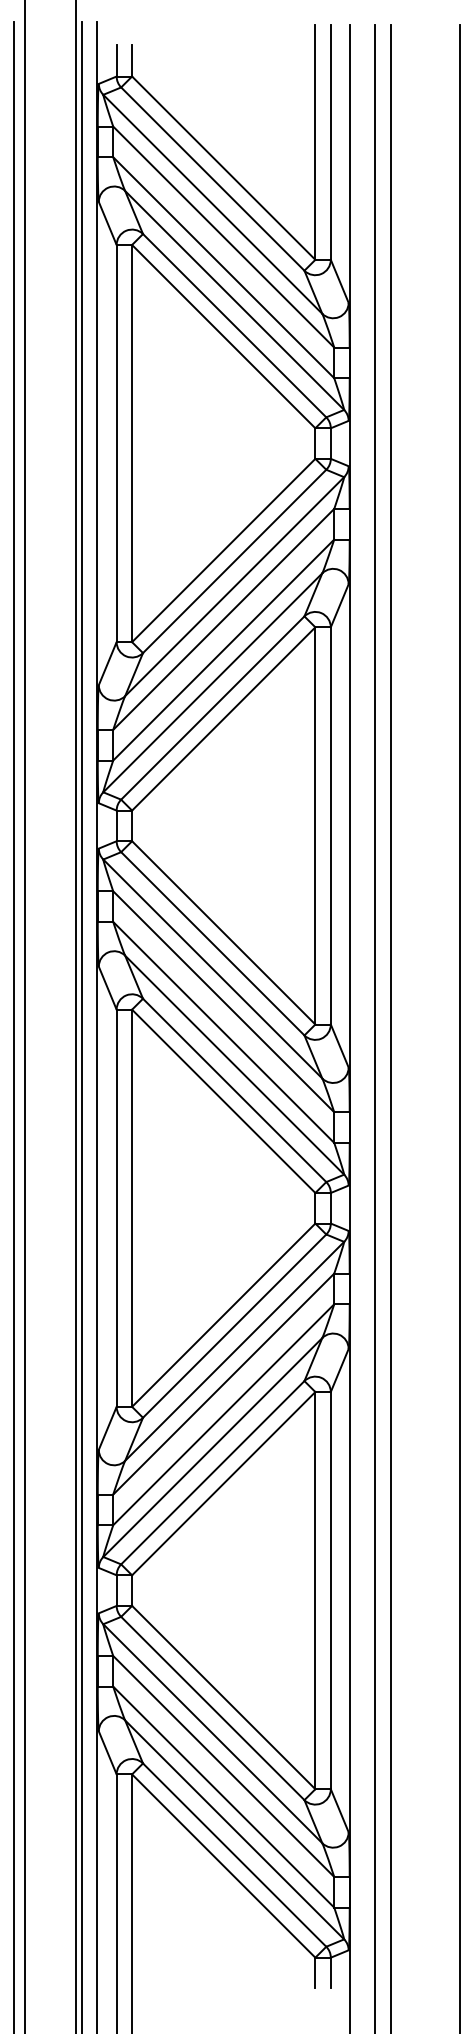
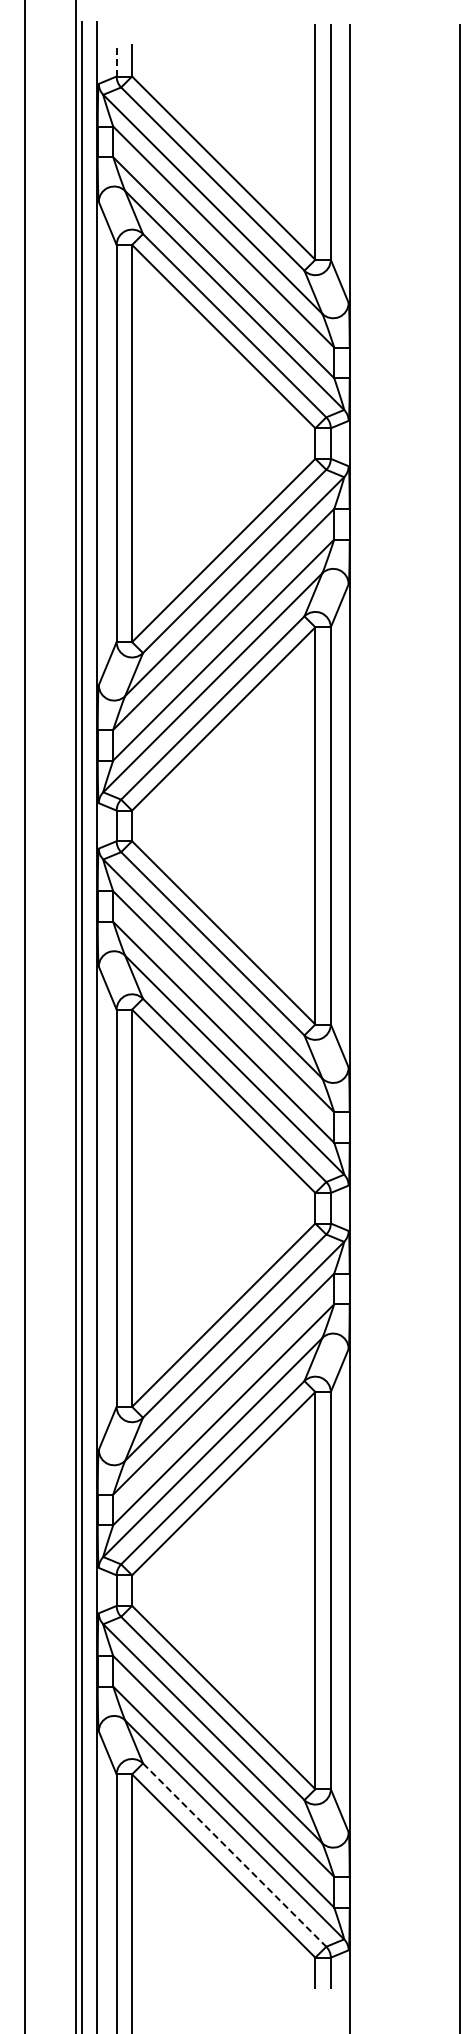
line at (116, 61): solid -> dashed
line at (14, 1026): present -> none
line at (374, 1027): present -> none
line at (390, 1027): present -> none
line at (234, 1855): solid -> dashed
